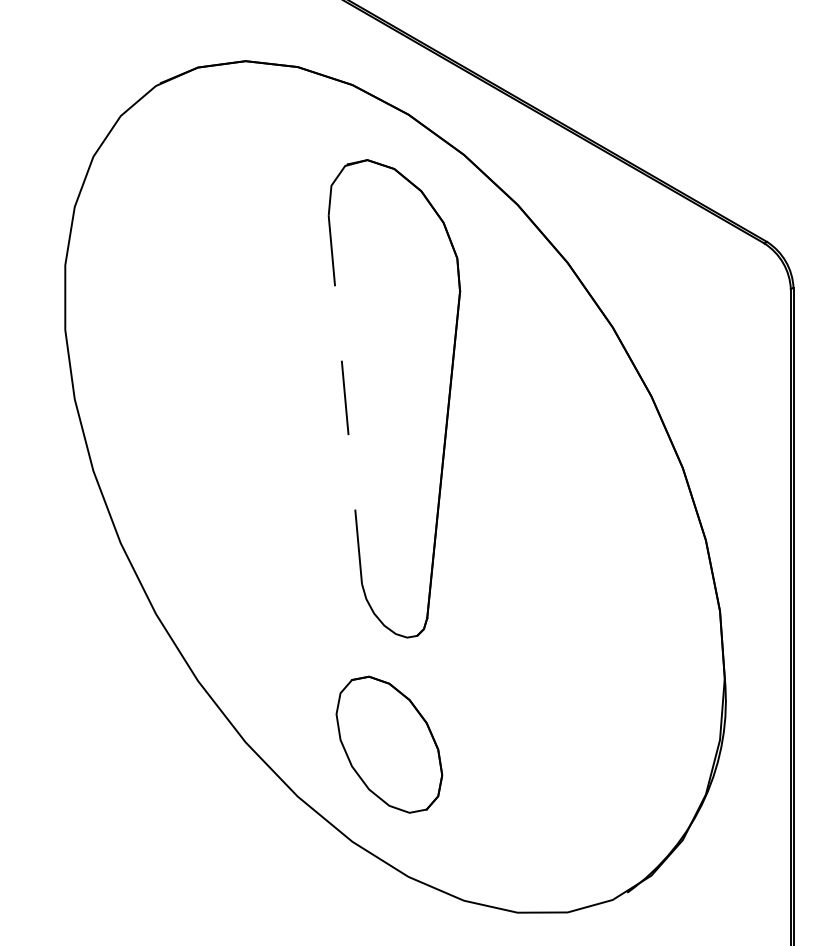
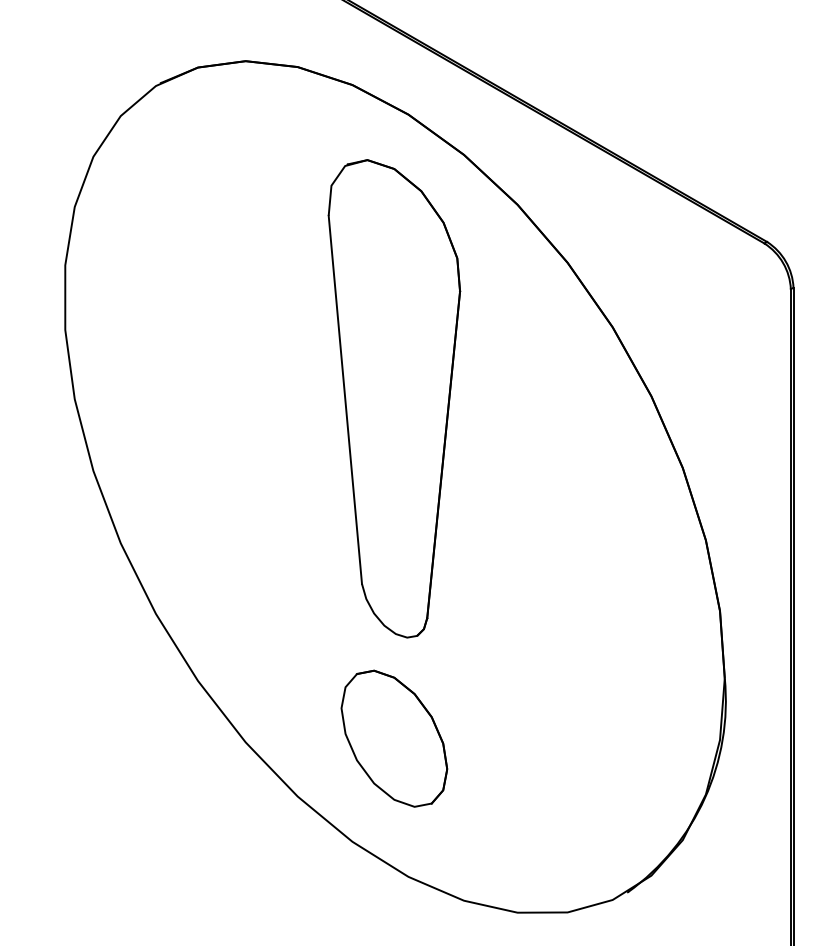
line at (345, 399): dashed -> solid
part at (389, 744) position: (389, 744) -> (394, 738)
